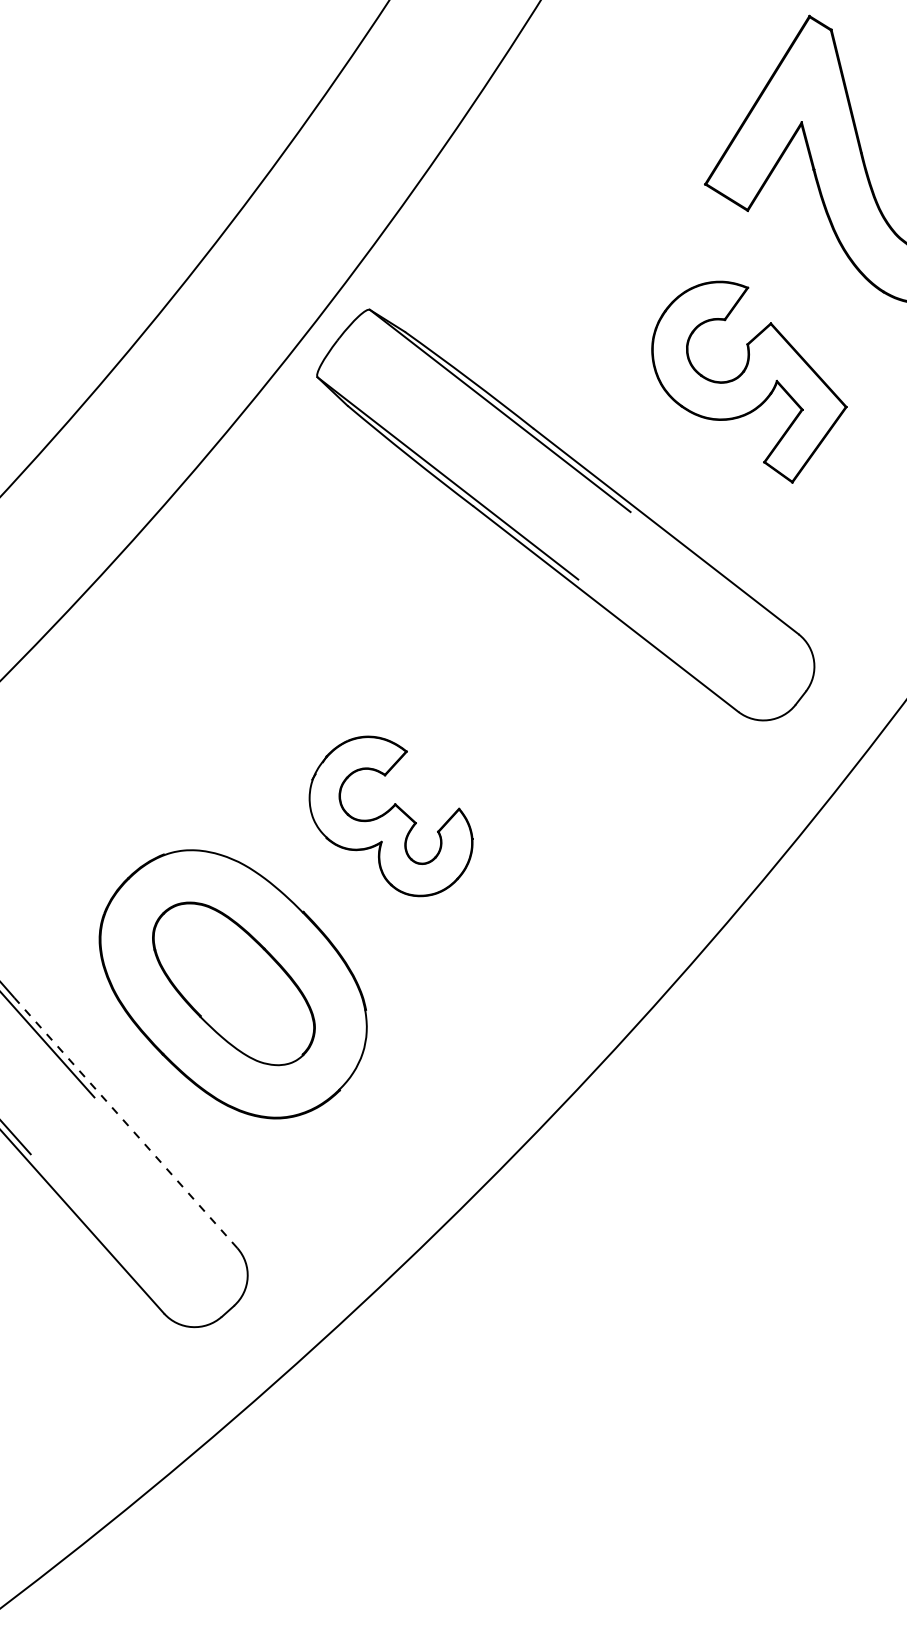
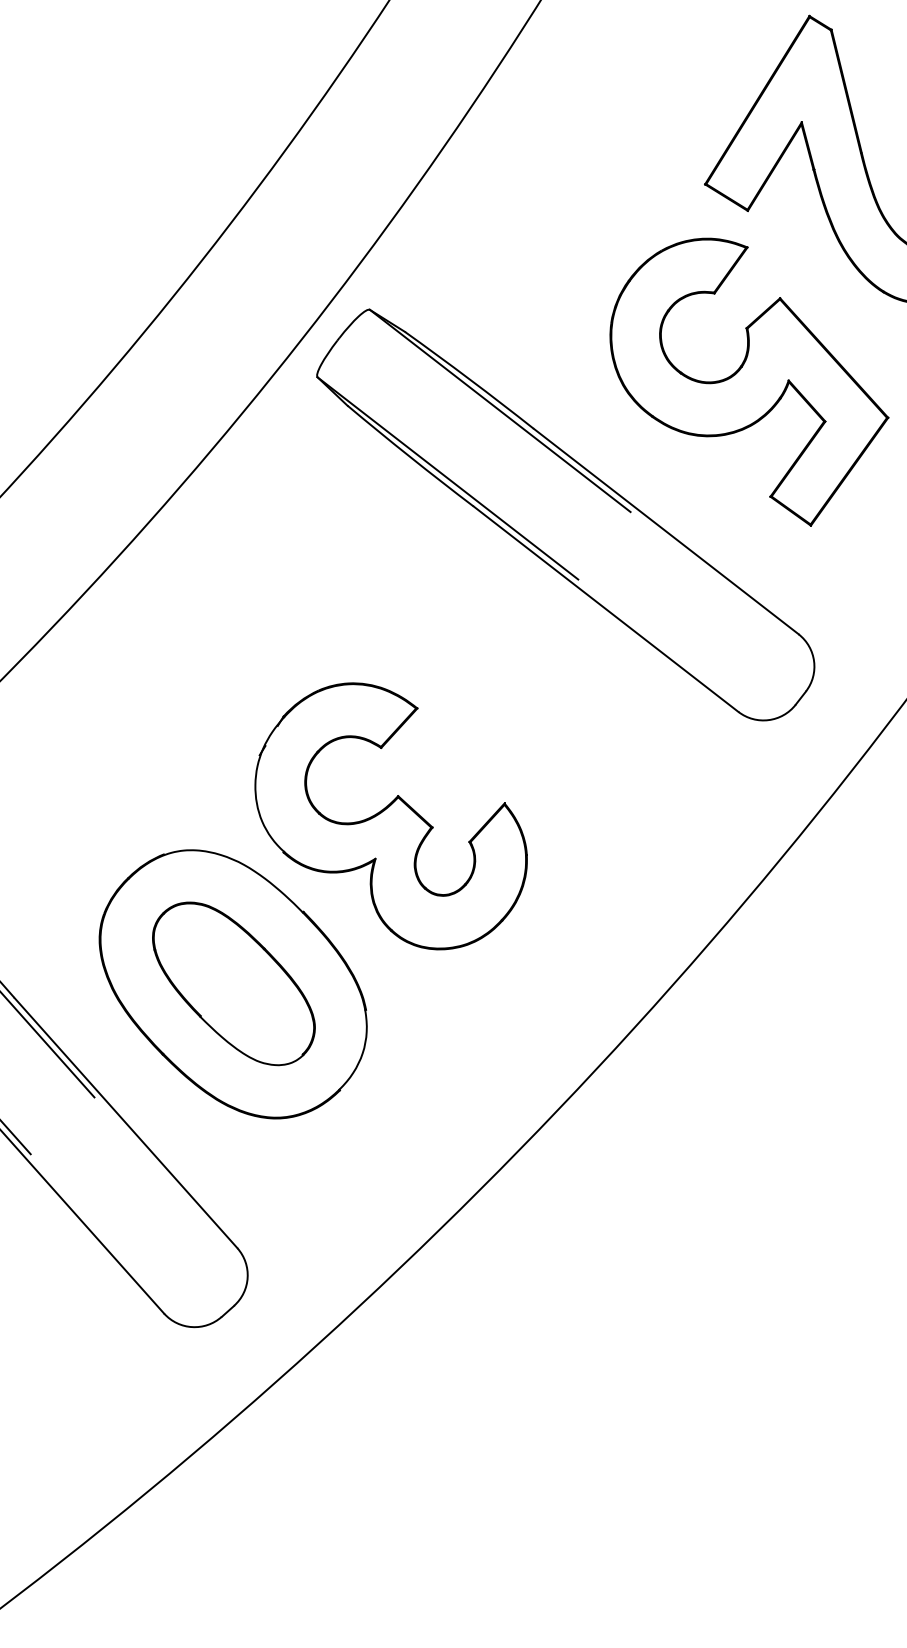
part at (749, 381) size: 197x204 px -> 281x290 px
part at (390, 816) size: 166x163 px -> 274x269 px
line at (125, 1123): dashed -> solid
